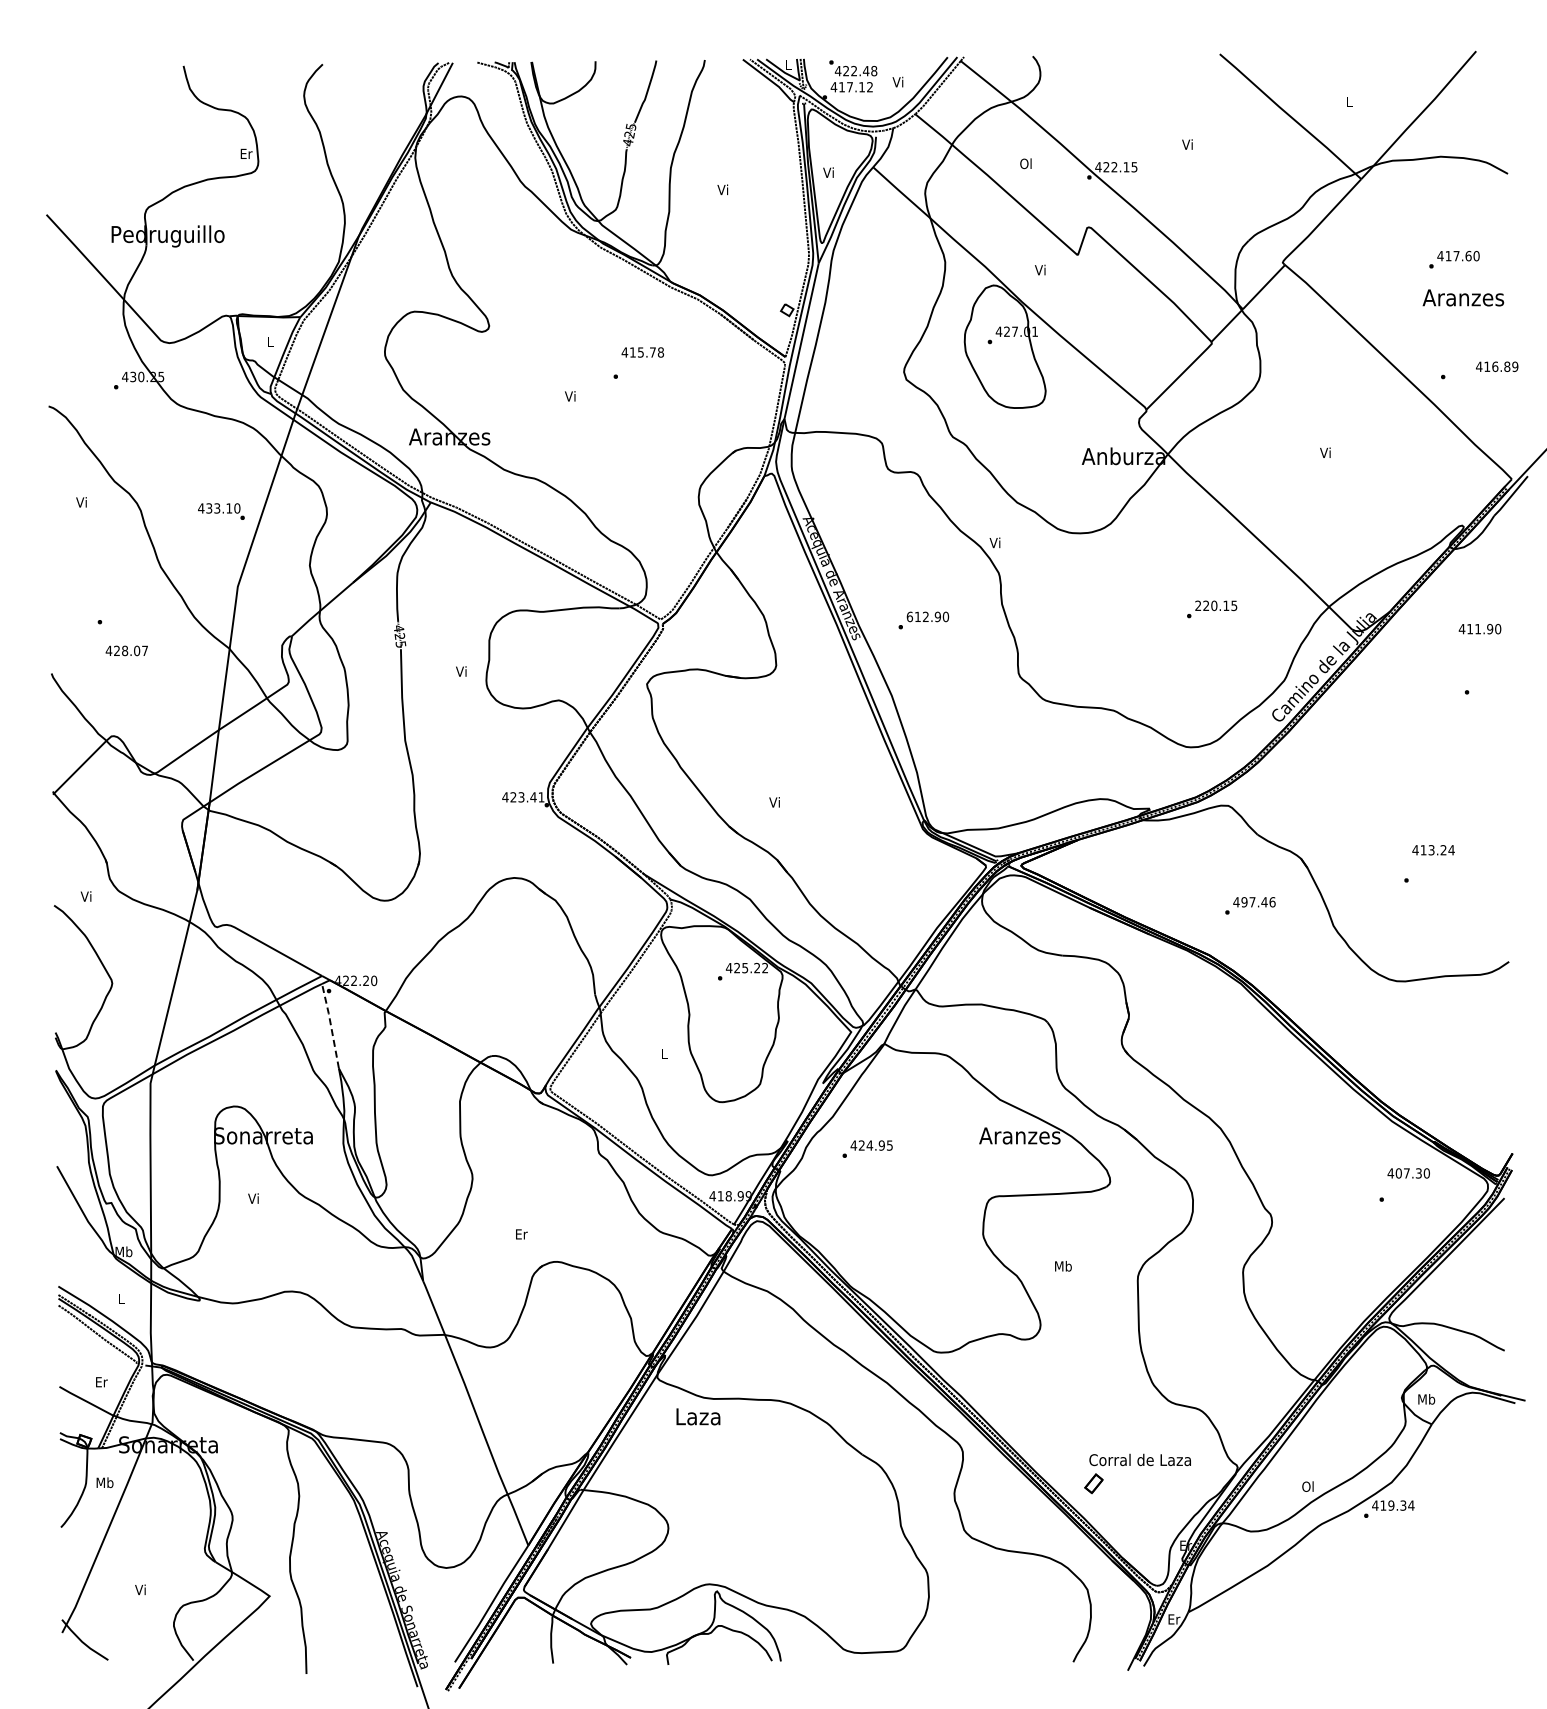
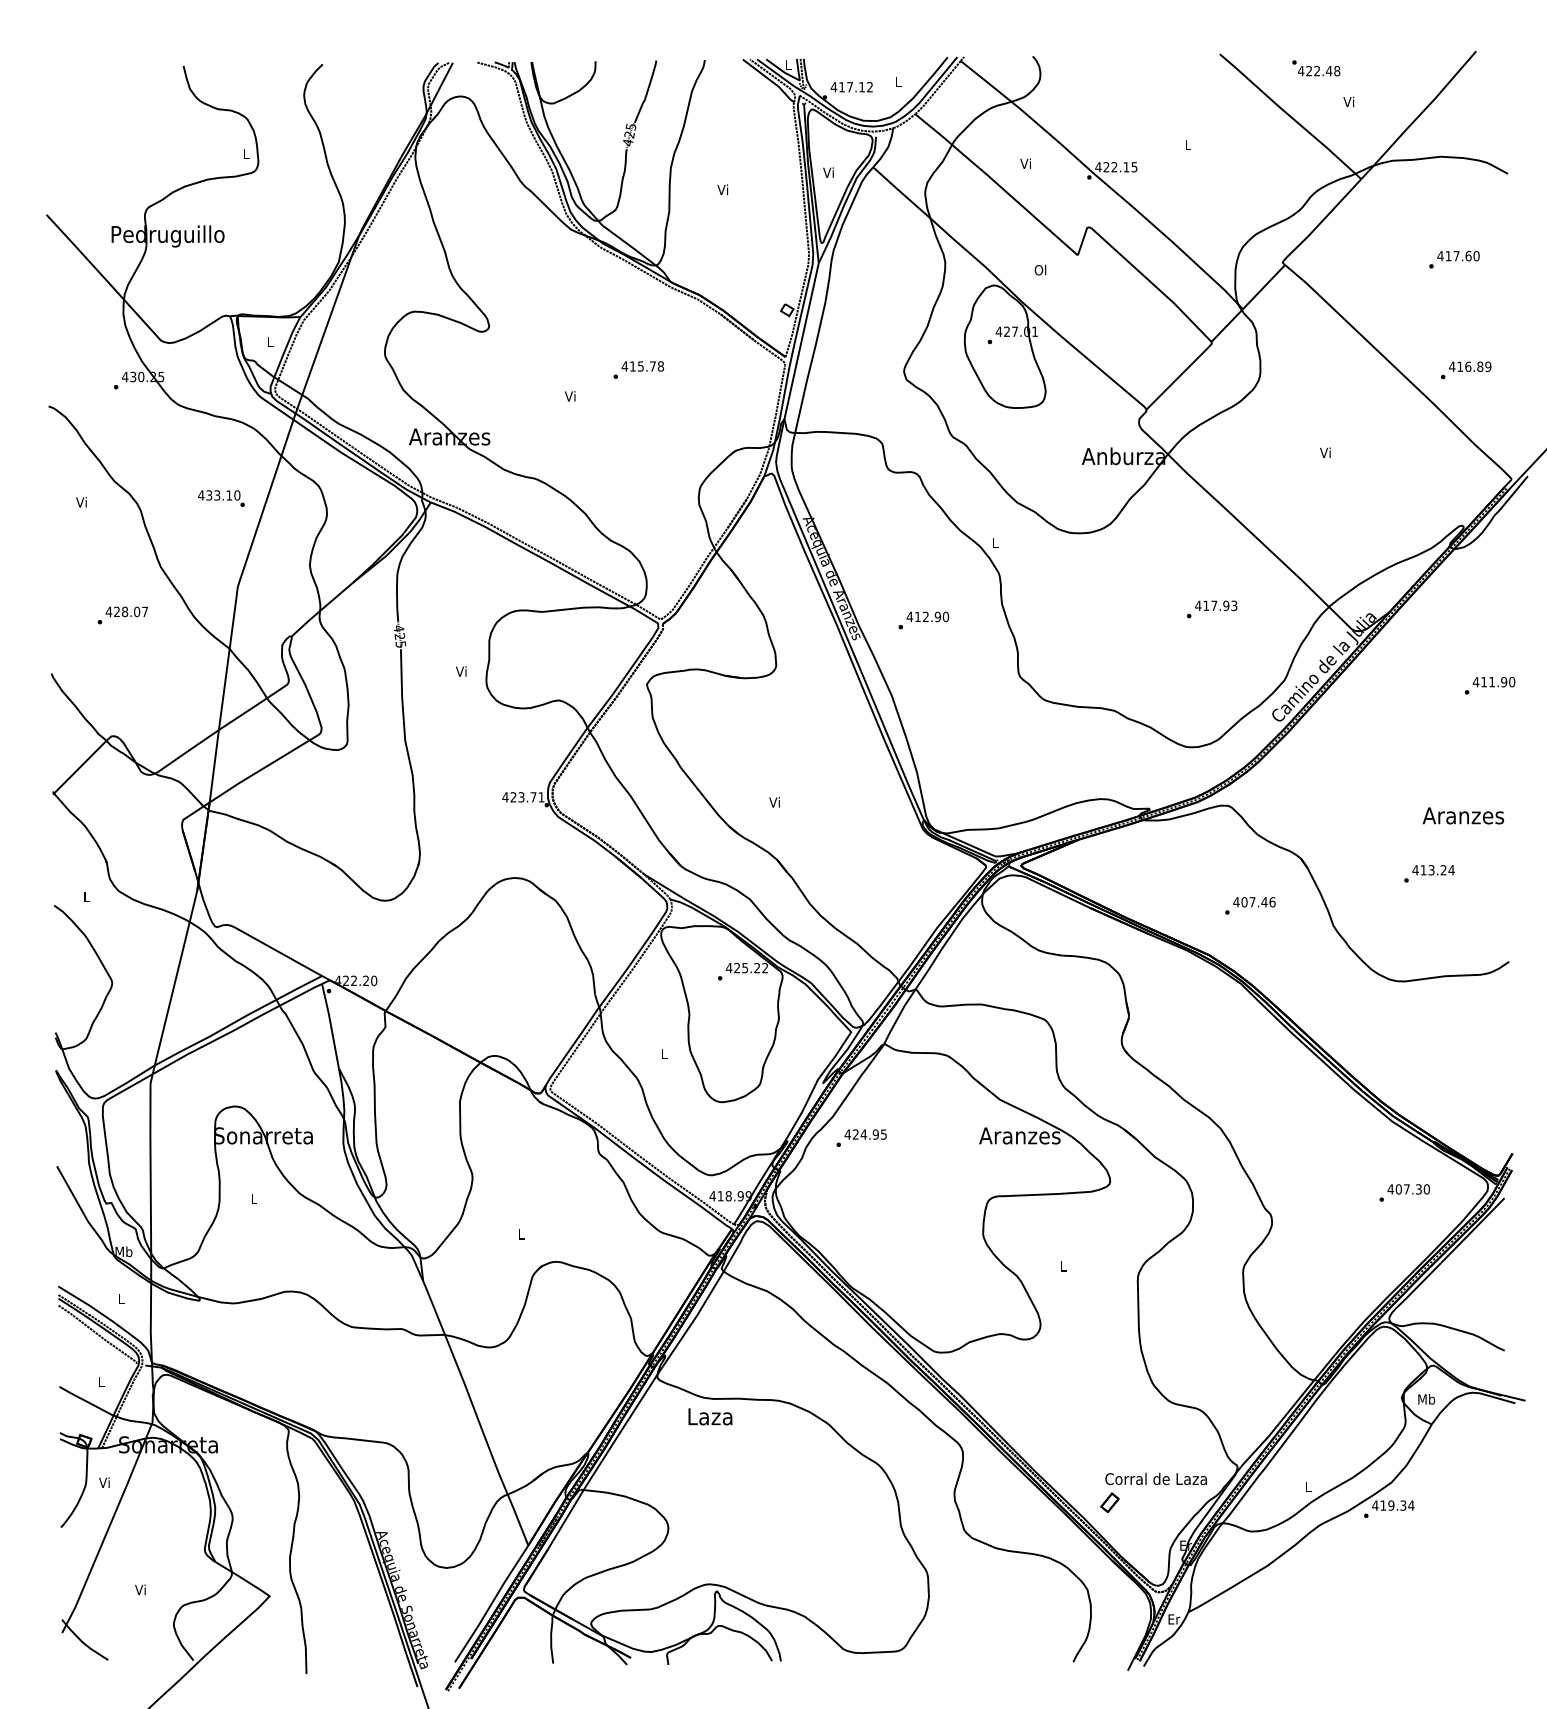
text at (853, 68) position: (853, 68) -> (1316, 68)
text at (897, 81): Vi -> L
text at (1348, 101): L -> Vi
text at (1187, 144): Vi -> L
text at (246, 153): Er -> L
text at (1025, 163): Ol -> Vi
text at (1040, 269): Vi -> Ol
text at (1463, 297) position: (1463, 297) -> (1463, 815)
text at (642, 352) position: (642, 352) -> (642, 366)
text at (1497, 366) position: (1497, 366) -> (1470, 366)
text at (221, 511) position: (221, 511) -> (221, 498)
text at (994, 542): Vi -> L
text at (1216, 605): 220.15 -> 417.93
text at (909, 616): 612.90 -> 412.90
text at (1479, 629) position: (1479, 629) -> (1493, 682)
text at (126, 650) position: (126, 650) -> (126, 611)
text at (533, 797): 423.41 -> 423.71
text at (1433, 850) position: (1433, 850) -> (1433, 870)
text at (85, 896): Vi -> L
text at (1244, 902): 497.46 -> 407.46
line at (330, 1025): dashed -> solid
text at (867, 1148) position: (867, 1148) -> (861, 1137)
text at (1408, 1173) position: (1408, 1173) -> (1408, 1189)
text at (253, 1198): Vi -> L
text at (521, 1234): Er -> L
text at (1063, 1265): Mb -> L
text at (101, 1382): Er -> L
text at (698, 1416) position: (698, 1416) -> (710, 1416)
part at (1140, 1466) position: (1140, 1466) -> (1156, 1485)
text at (104, 1482): Mb -> Vi
text at (1307, 1486): Ol -> L
